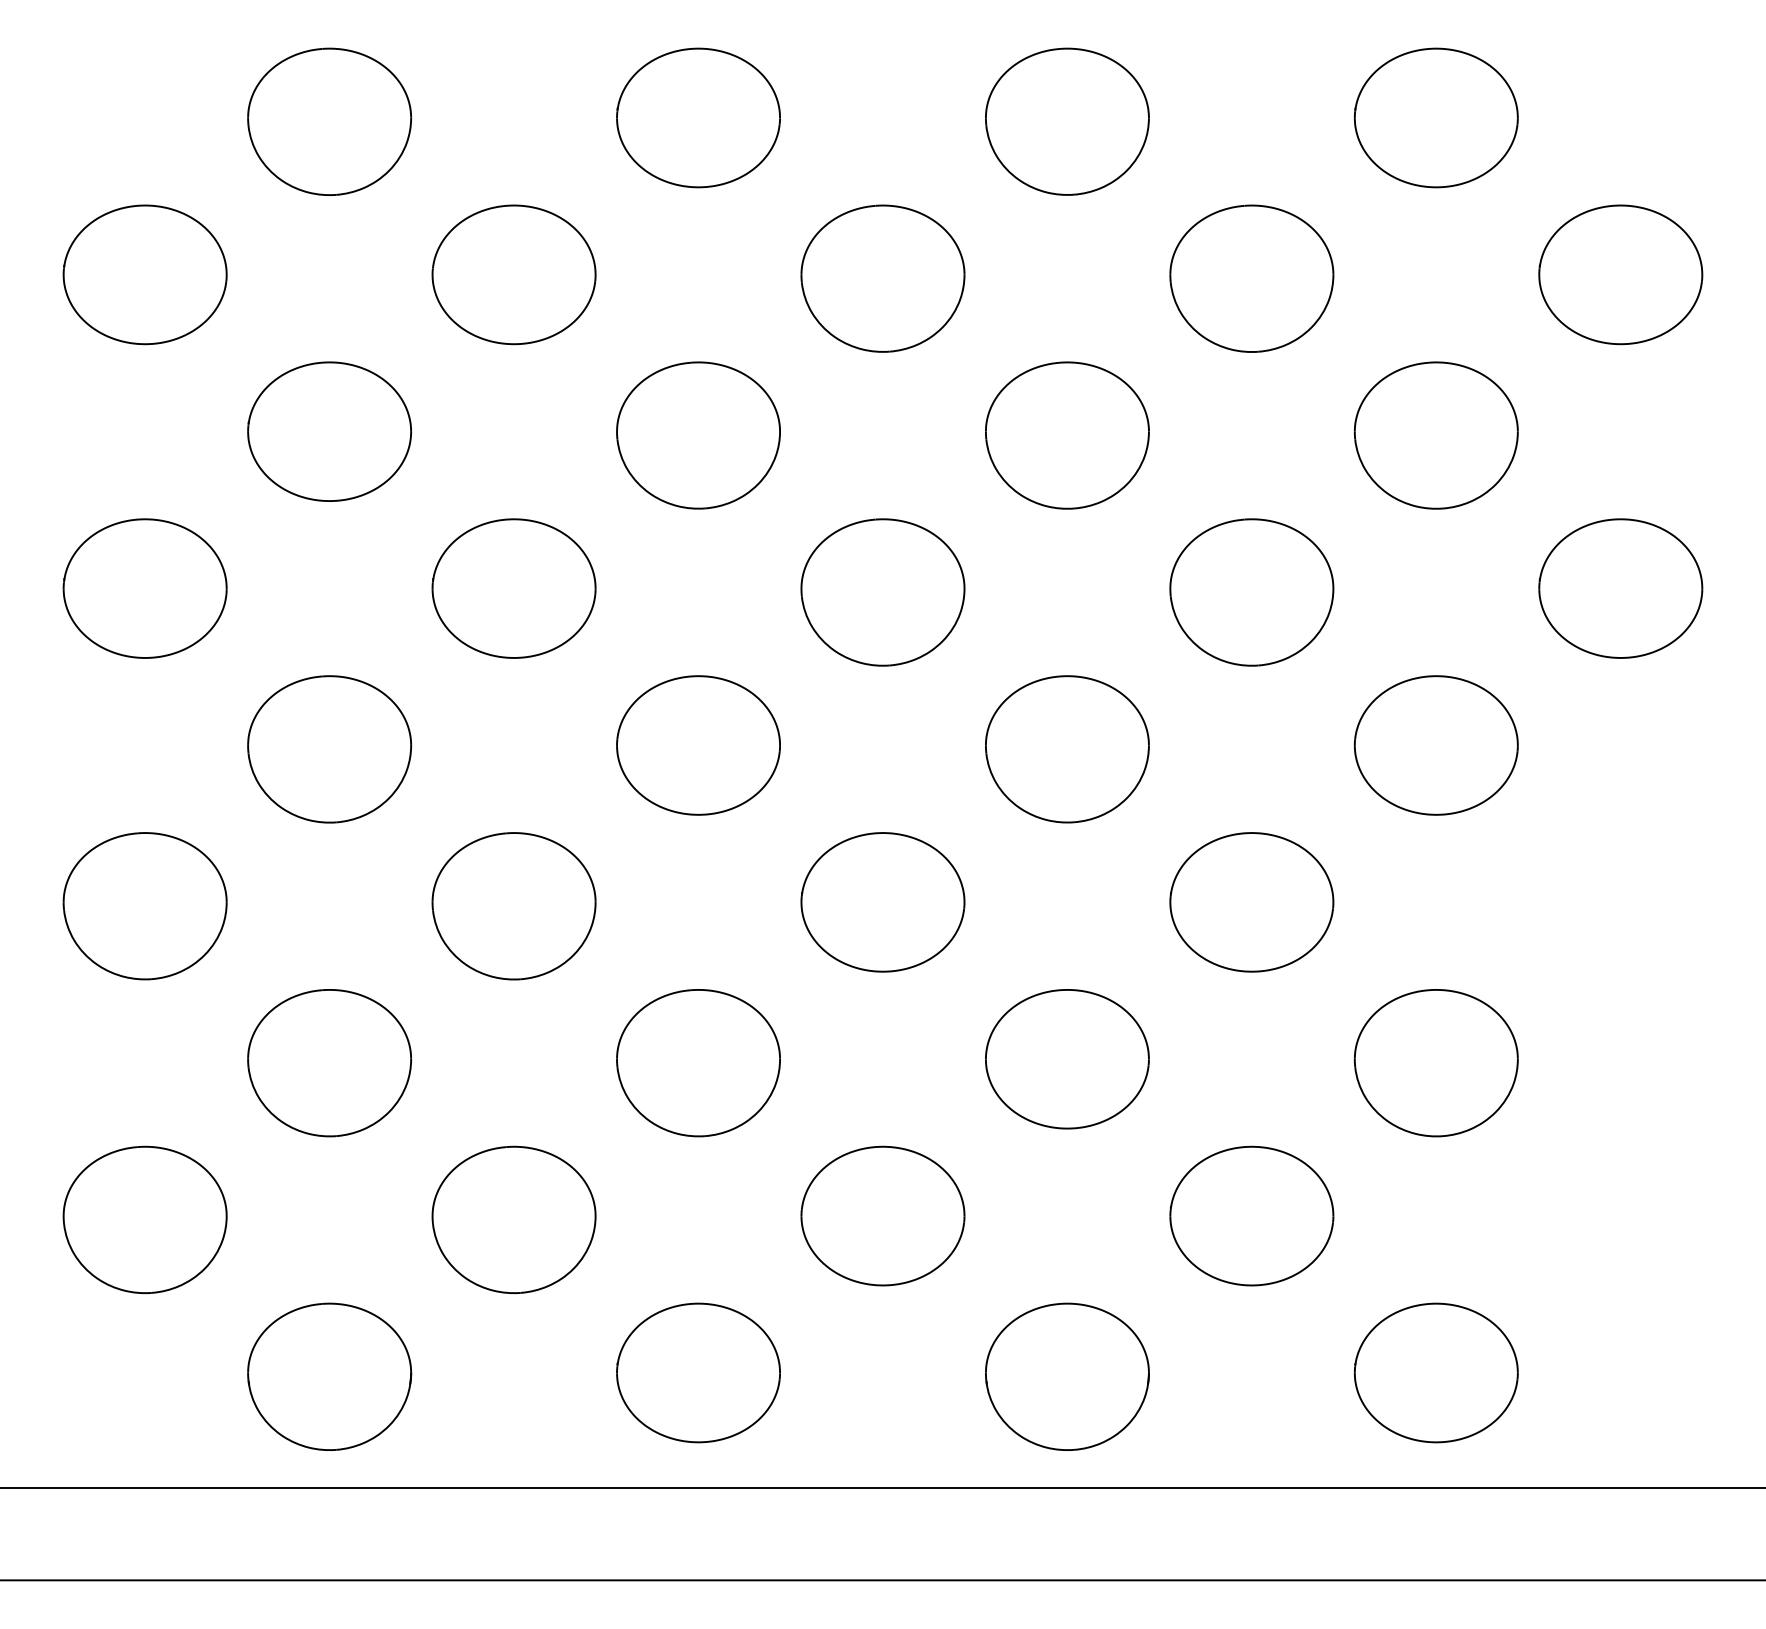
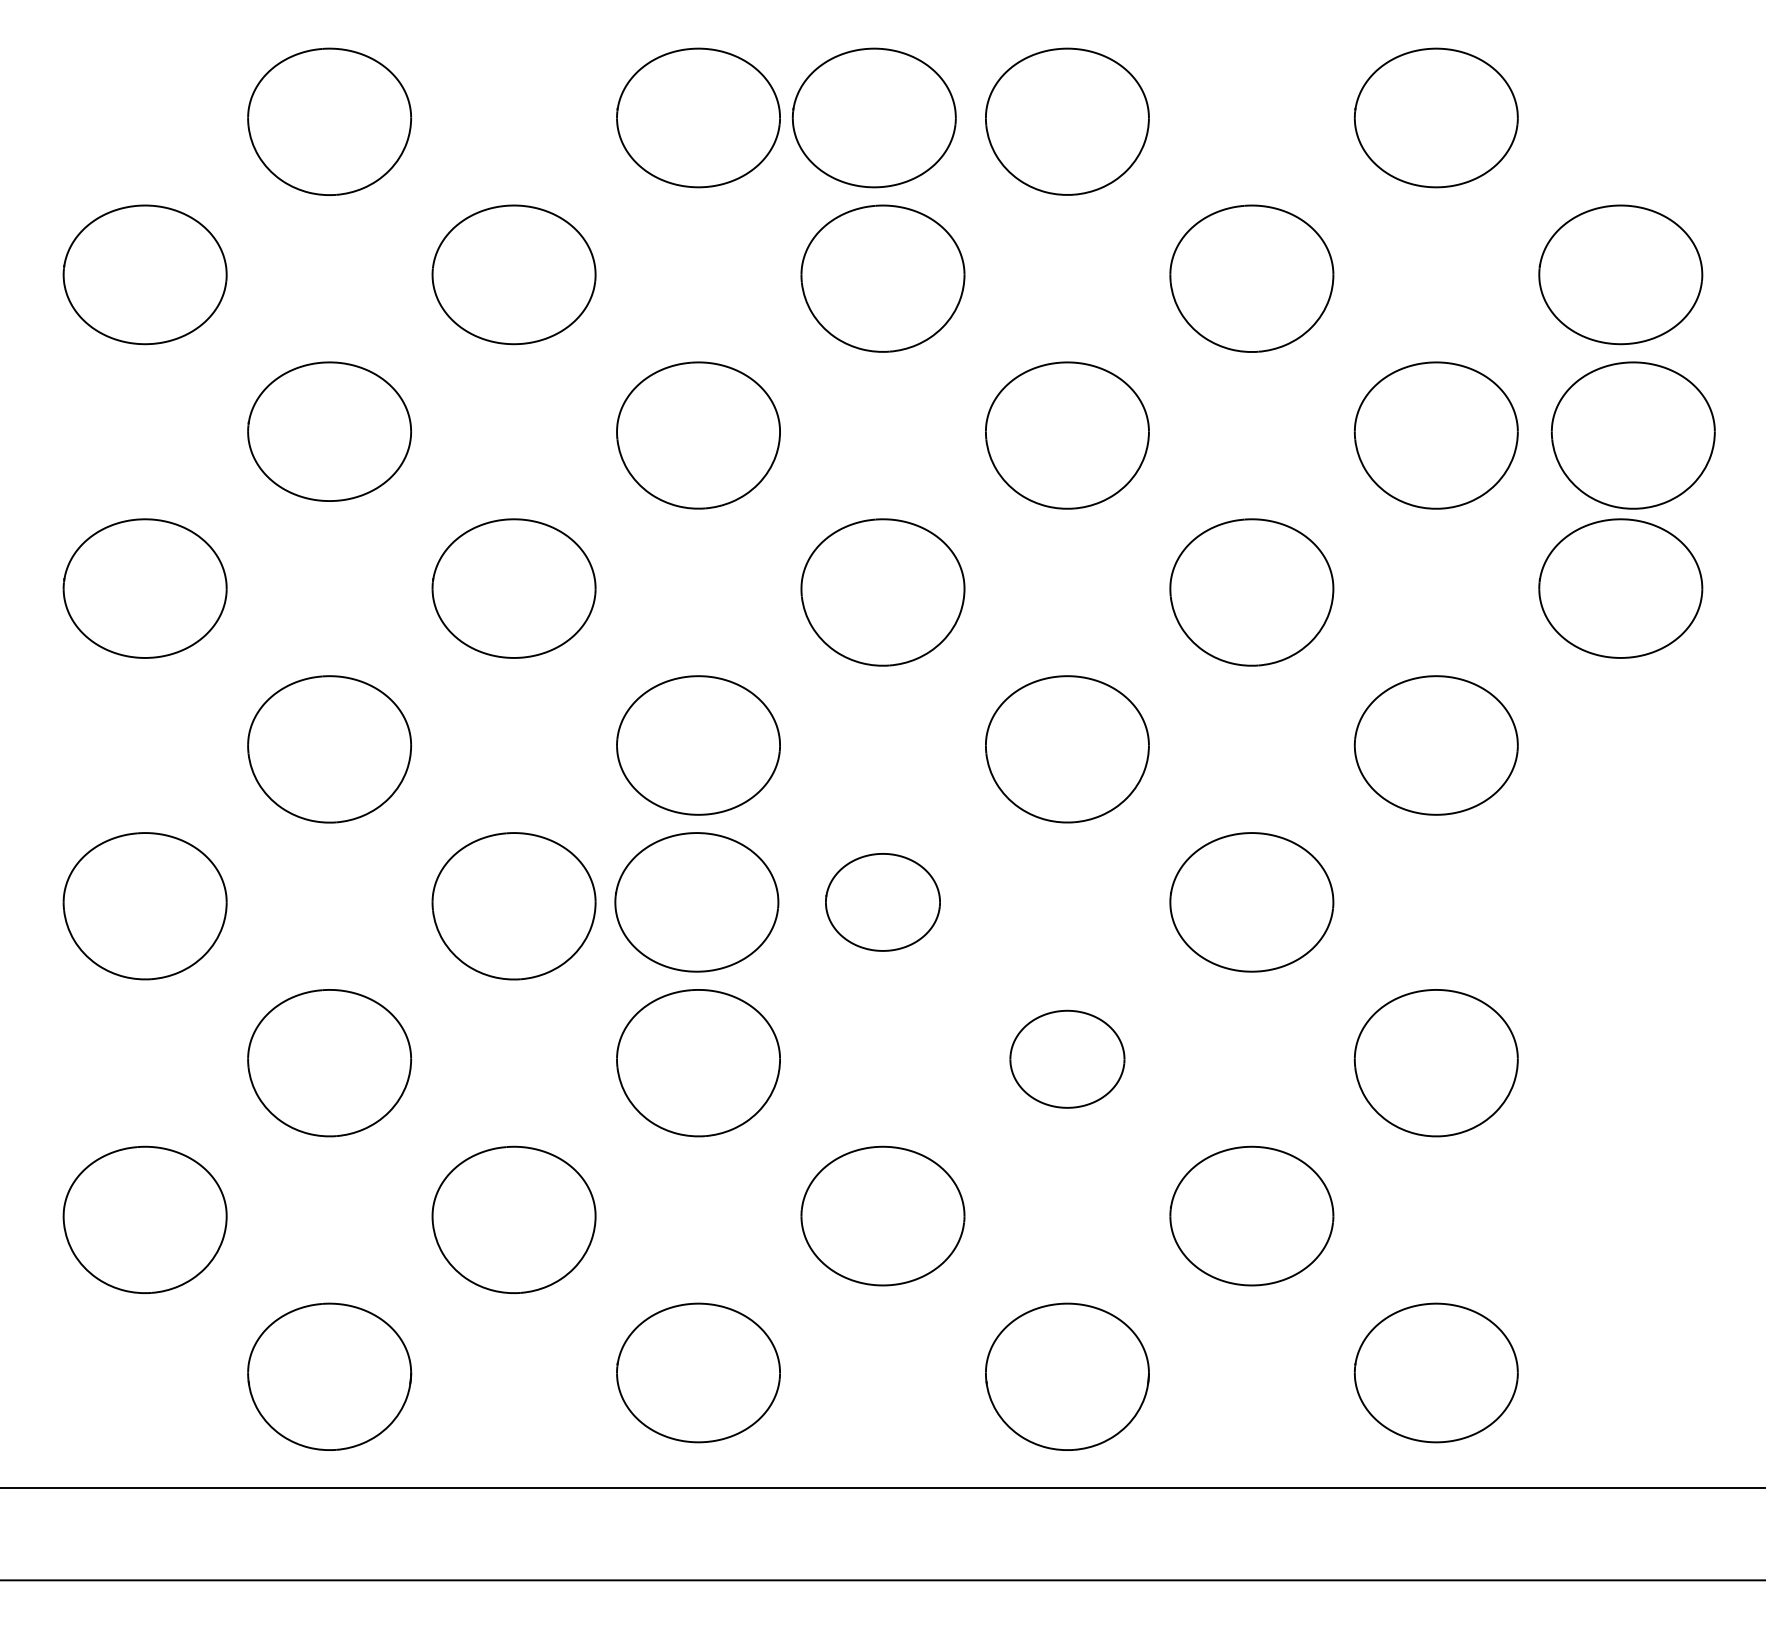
part at (873, 117): none -> present
part at (1632, 435): none -> present
part at (696, 902): none -> present
part at (882, 902) size: 166x141 px -> 116x99 px
part at (1067, 1059) size: 165x141 px -> 117x100 px
